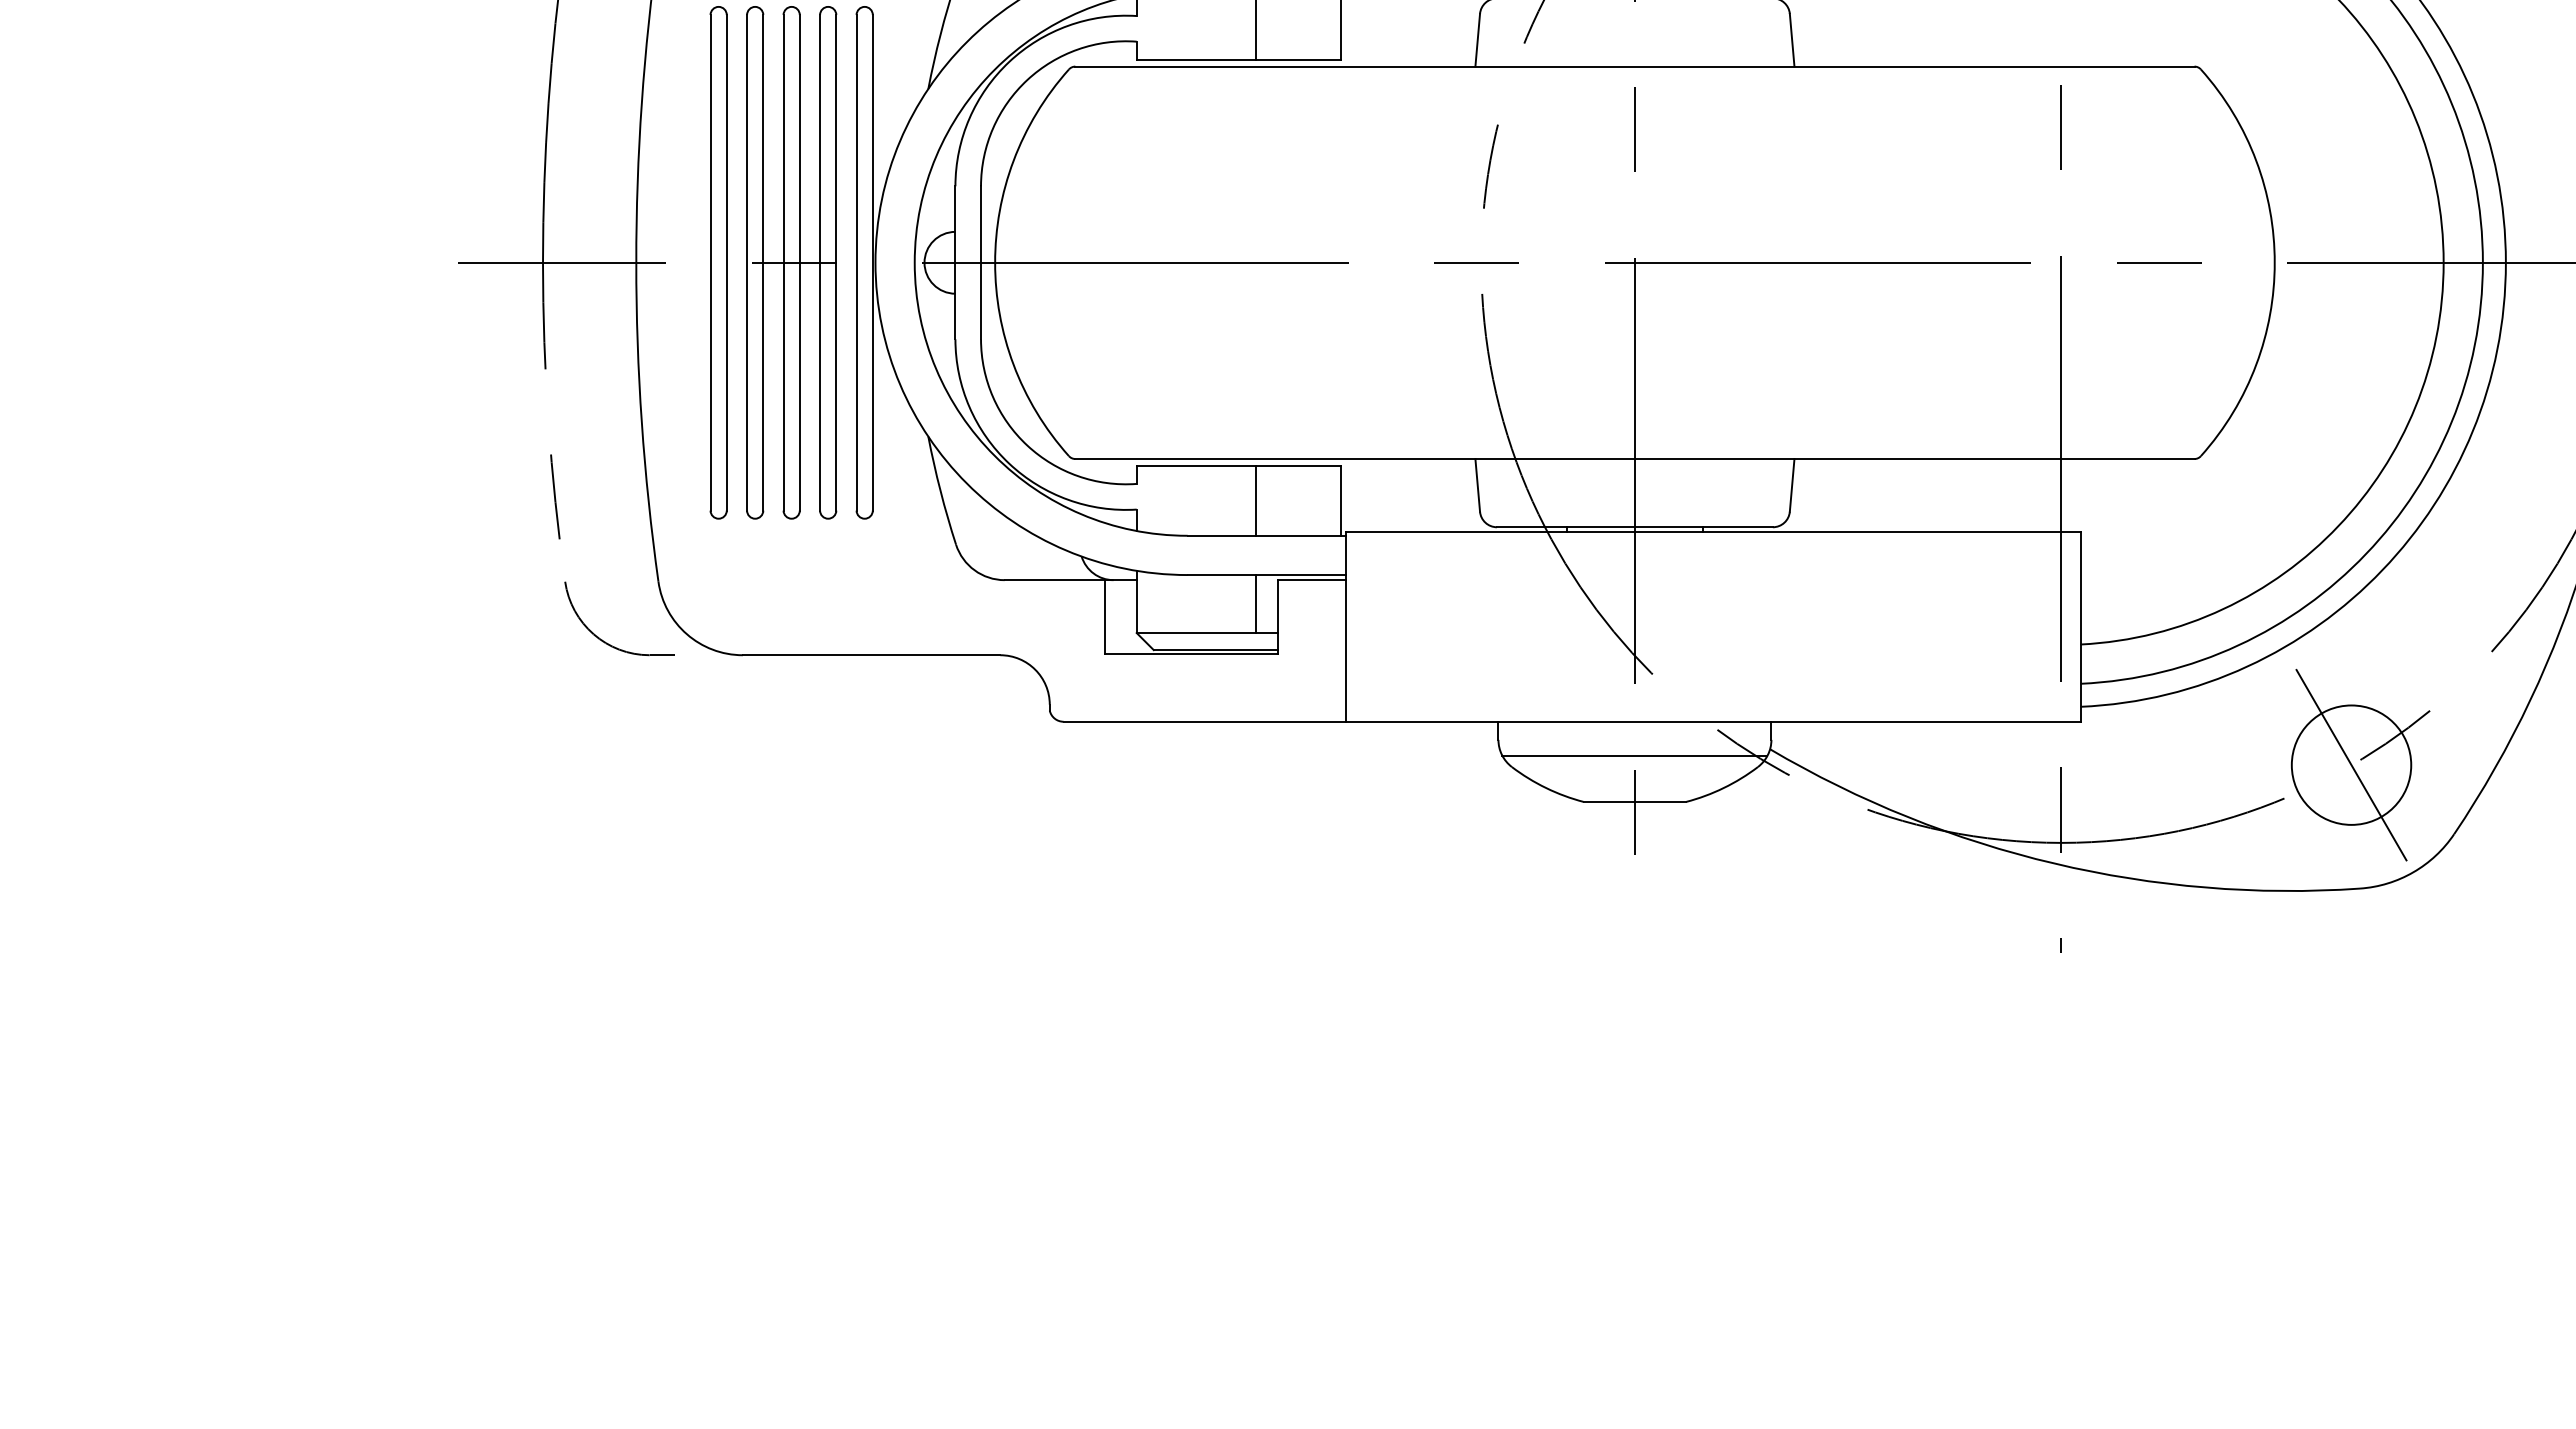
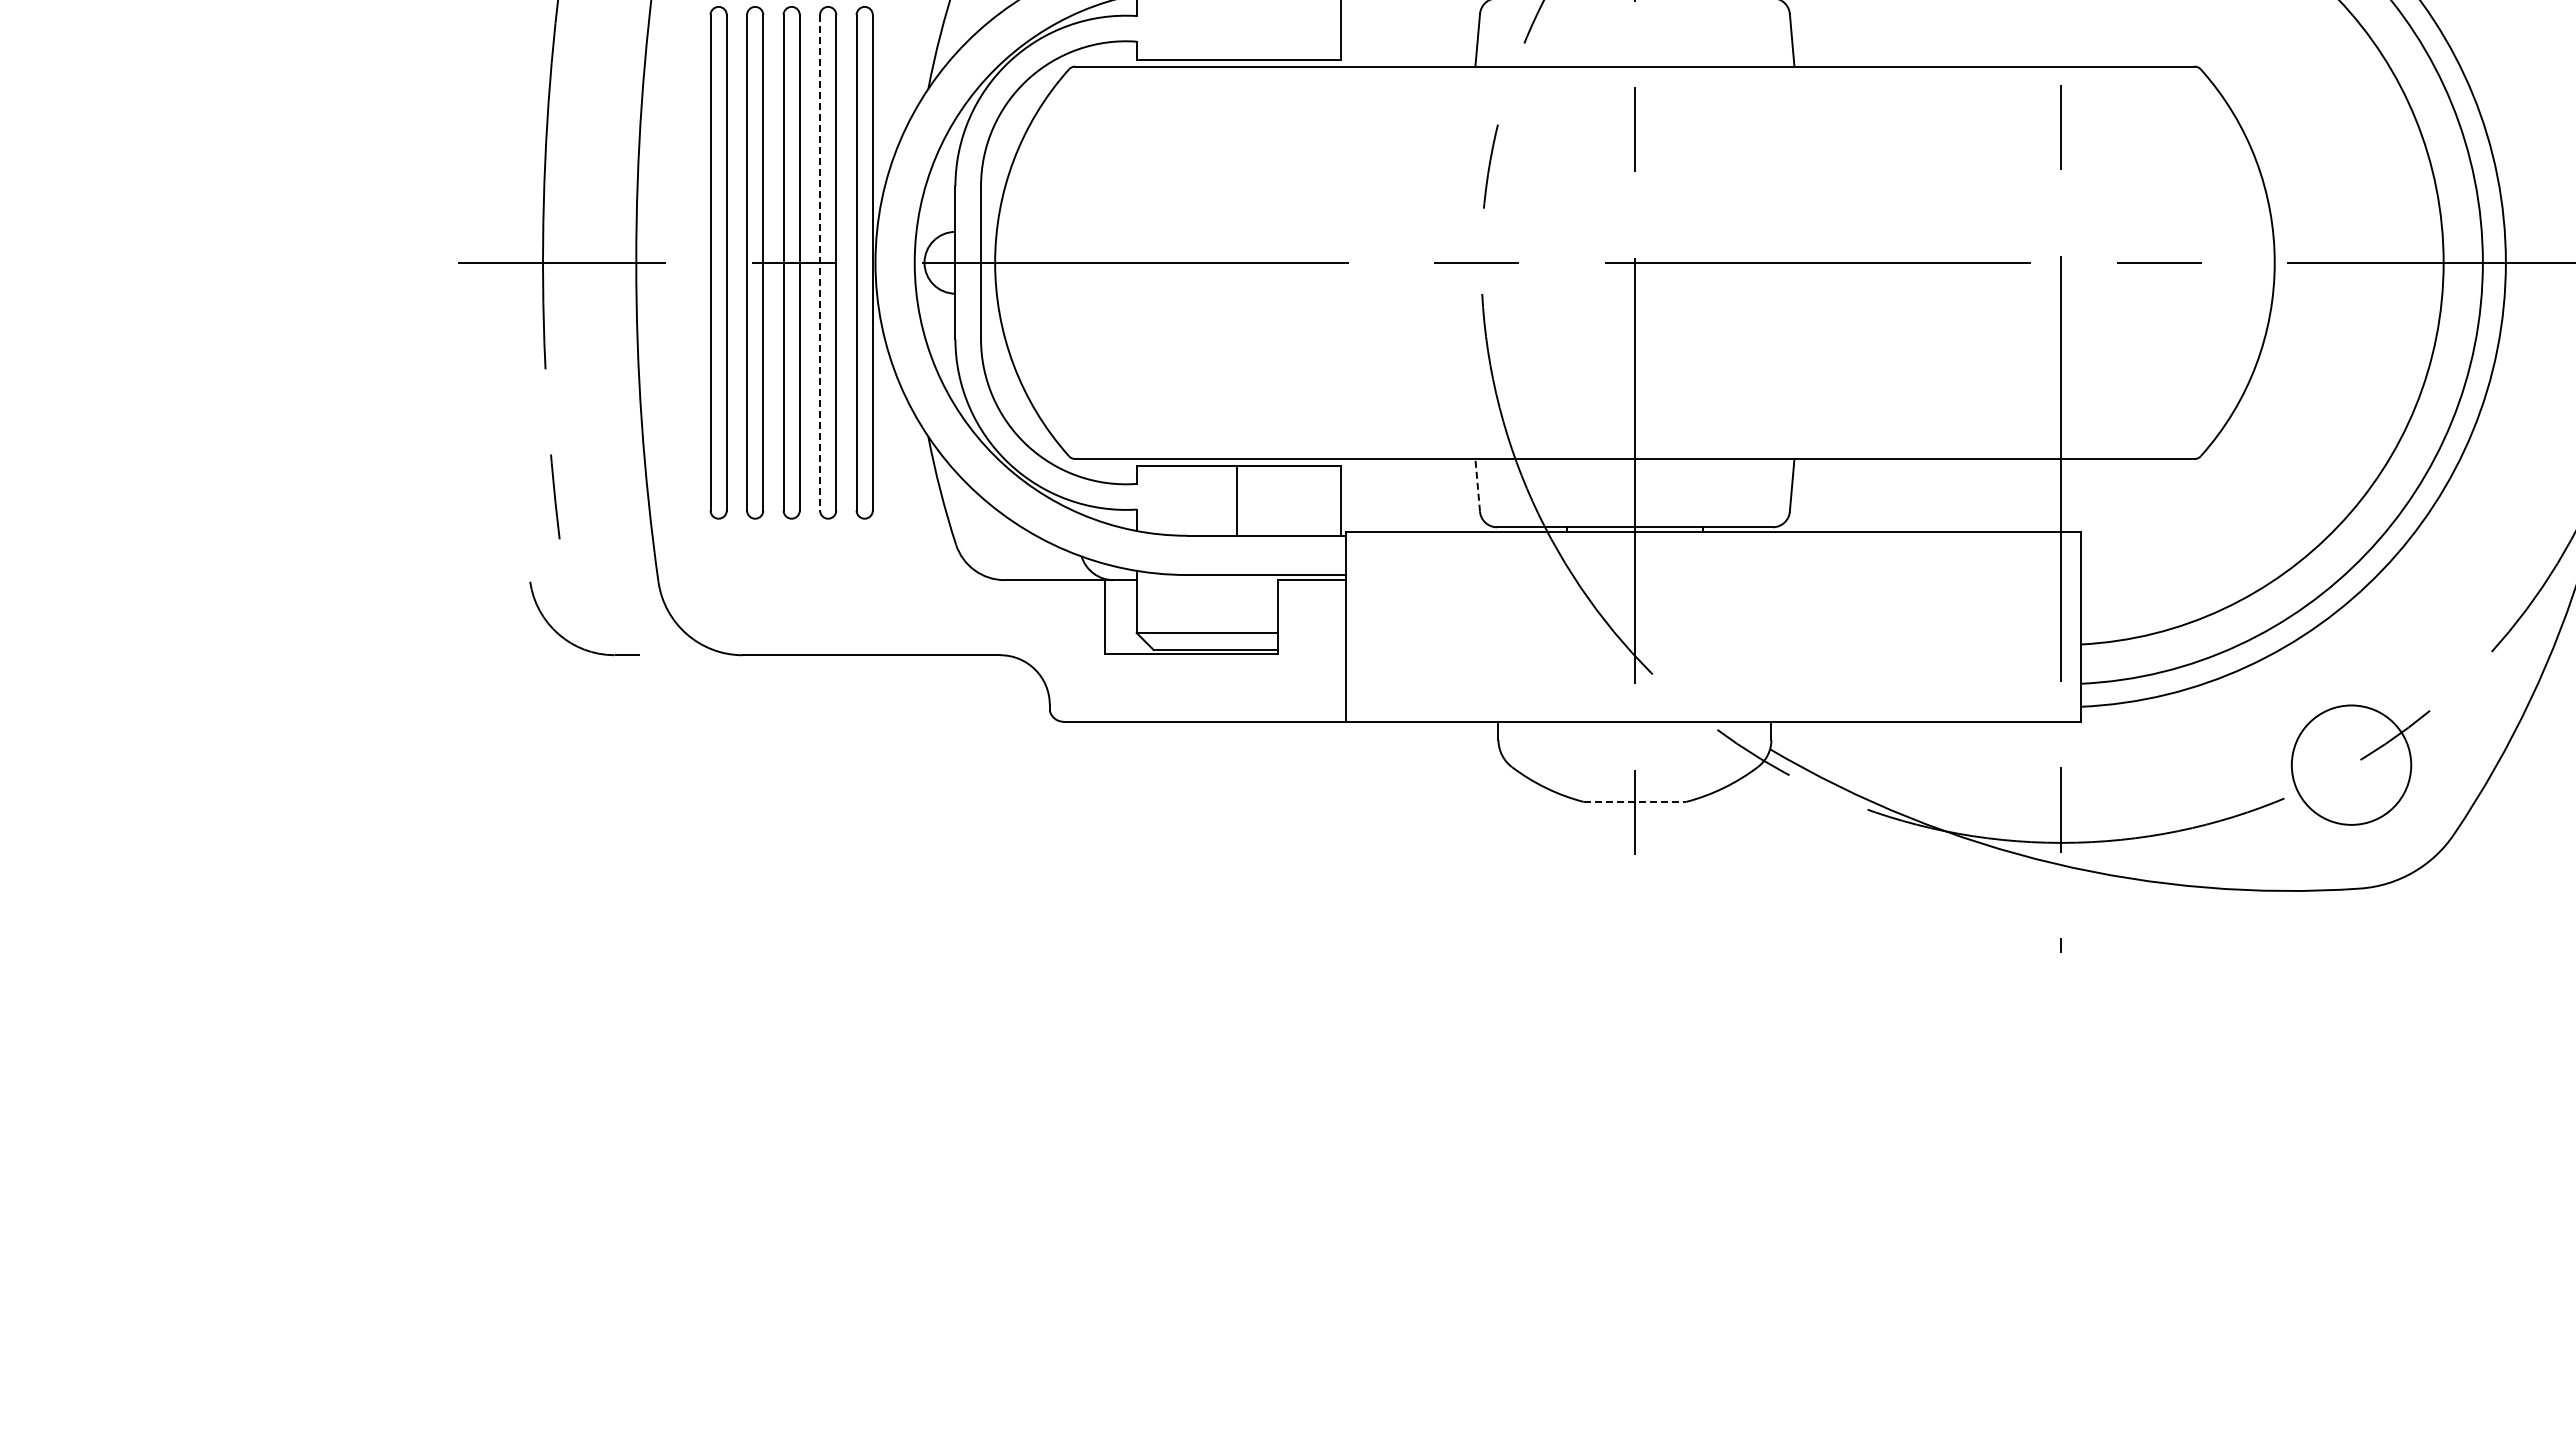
line at (1256, 31): present -> none
line at (820, 262): solid -> dashed
line at (1477, 484): solid -> dashed
line at (1256, 500) position: (1256, 500) -> (1237, 500)
line at (1256, 604): present -> none
part at (607, 642) position: (607, 642) -> (572, 642)
line at (1634, 755): present -> none
line at (2351, 765): present -> none
line at (1635, 801): solid -> dashed
